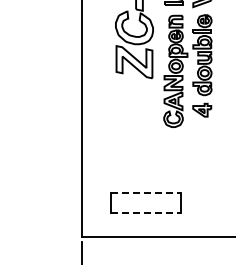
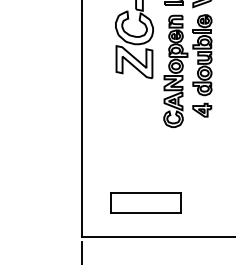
line at (146, 192): dashed -> solid
line at (146, 213): dashed -> solid
